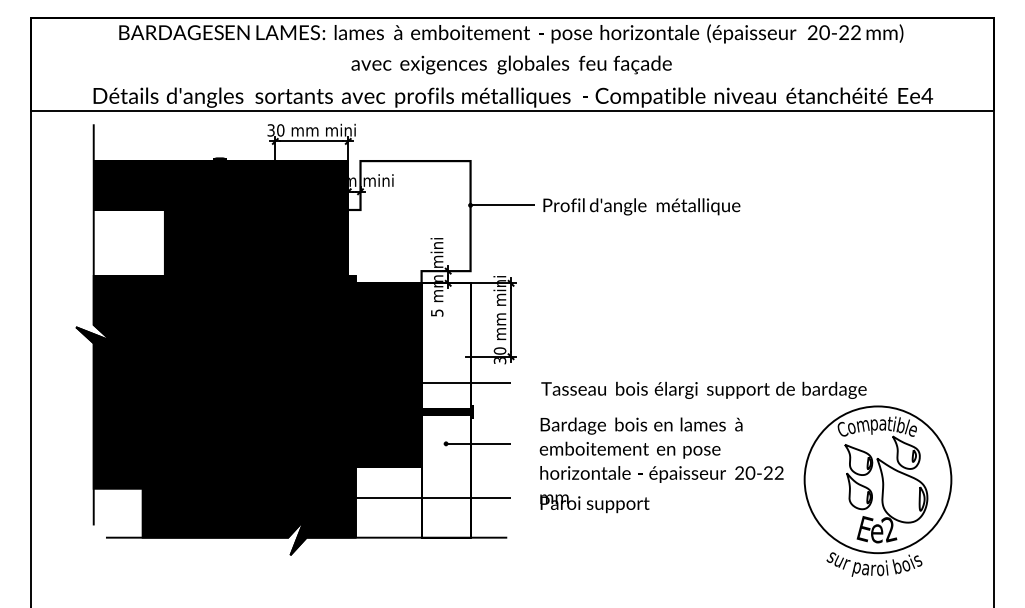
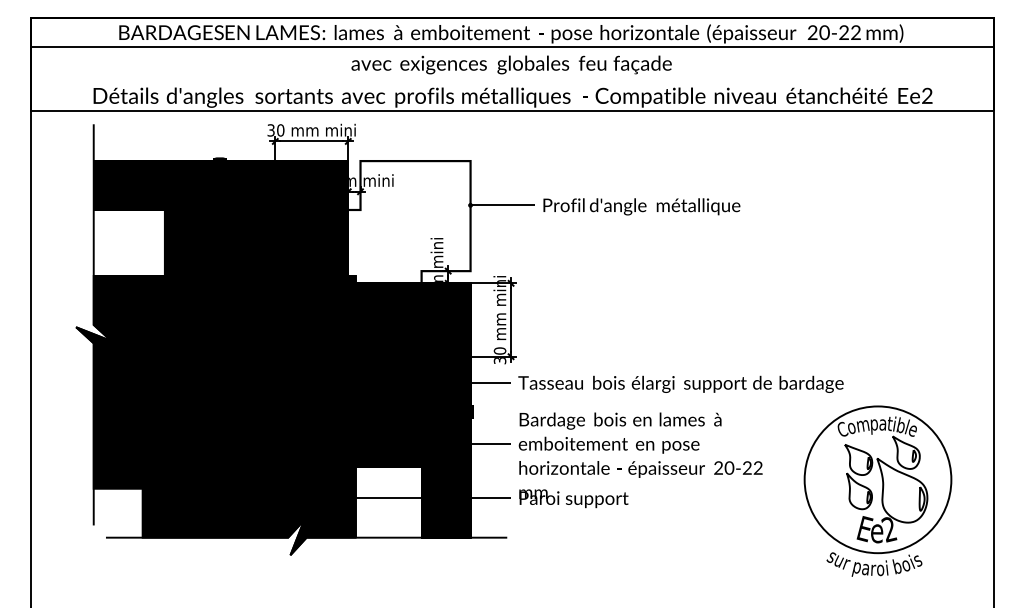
line at (512, 47): none -> present
text at (927, 95): Ee4 -> Ee2
text at (703, 389) position: (703, 389) -> (680, 383)
fill at (445, 410): none -> present
text at (661, 465) position: (661, 465) -> (640, 460)
